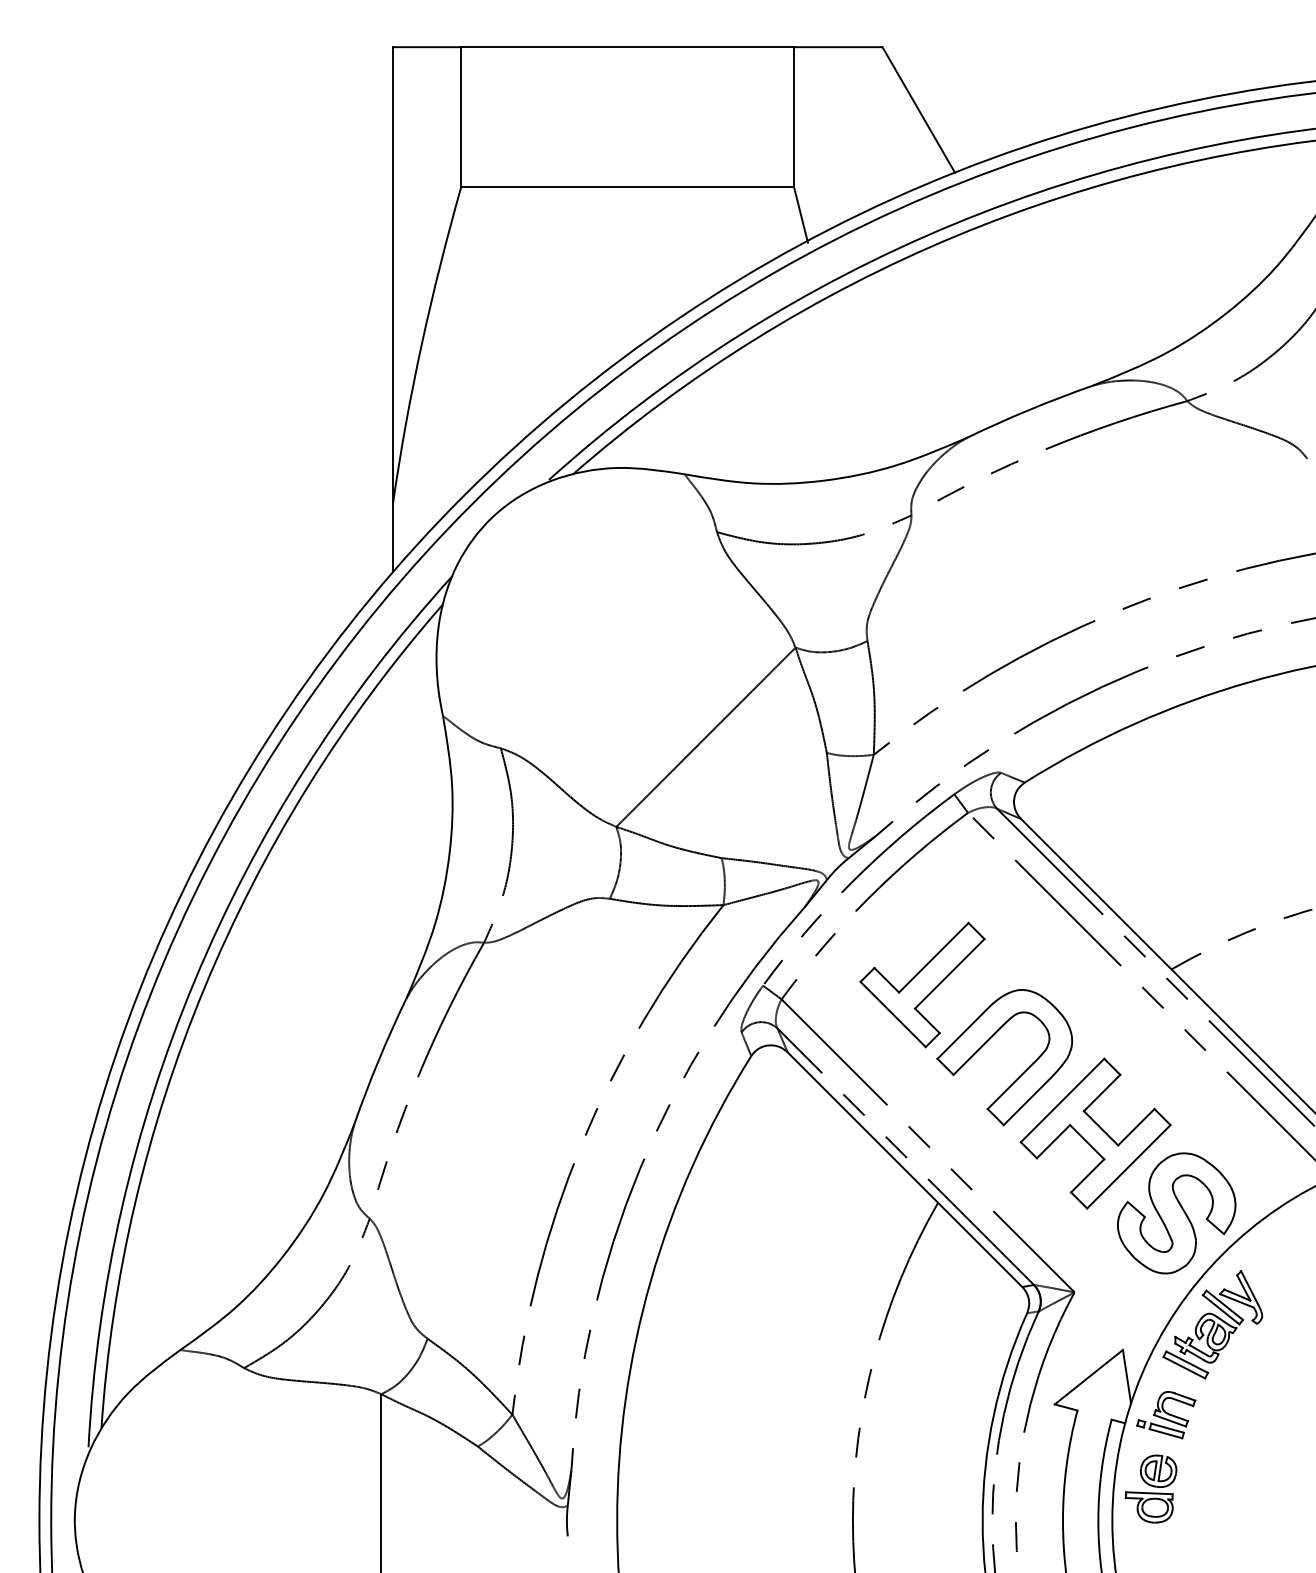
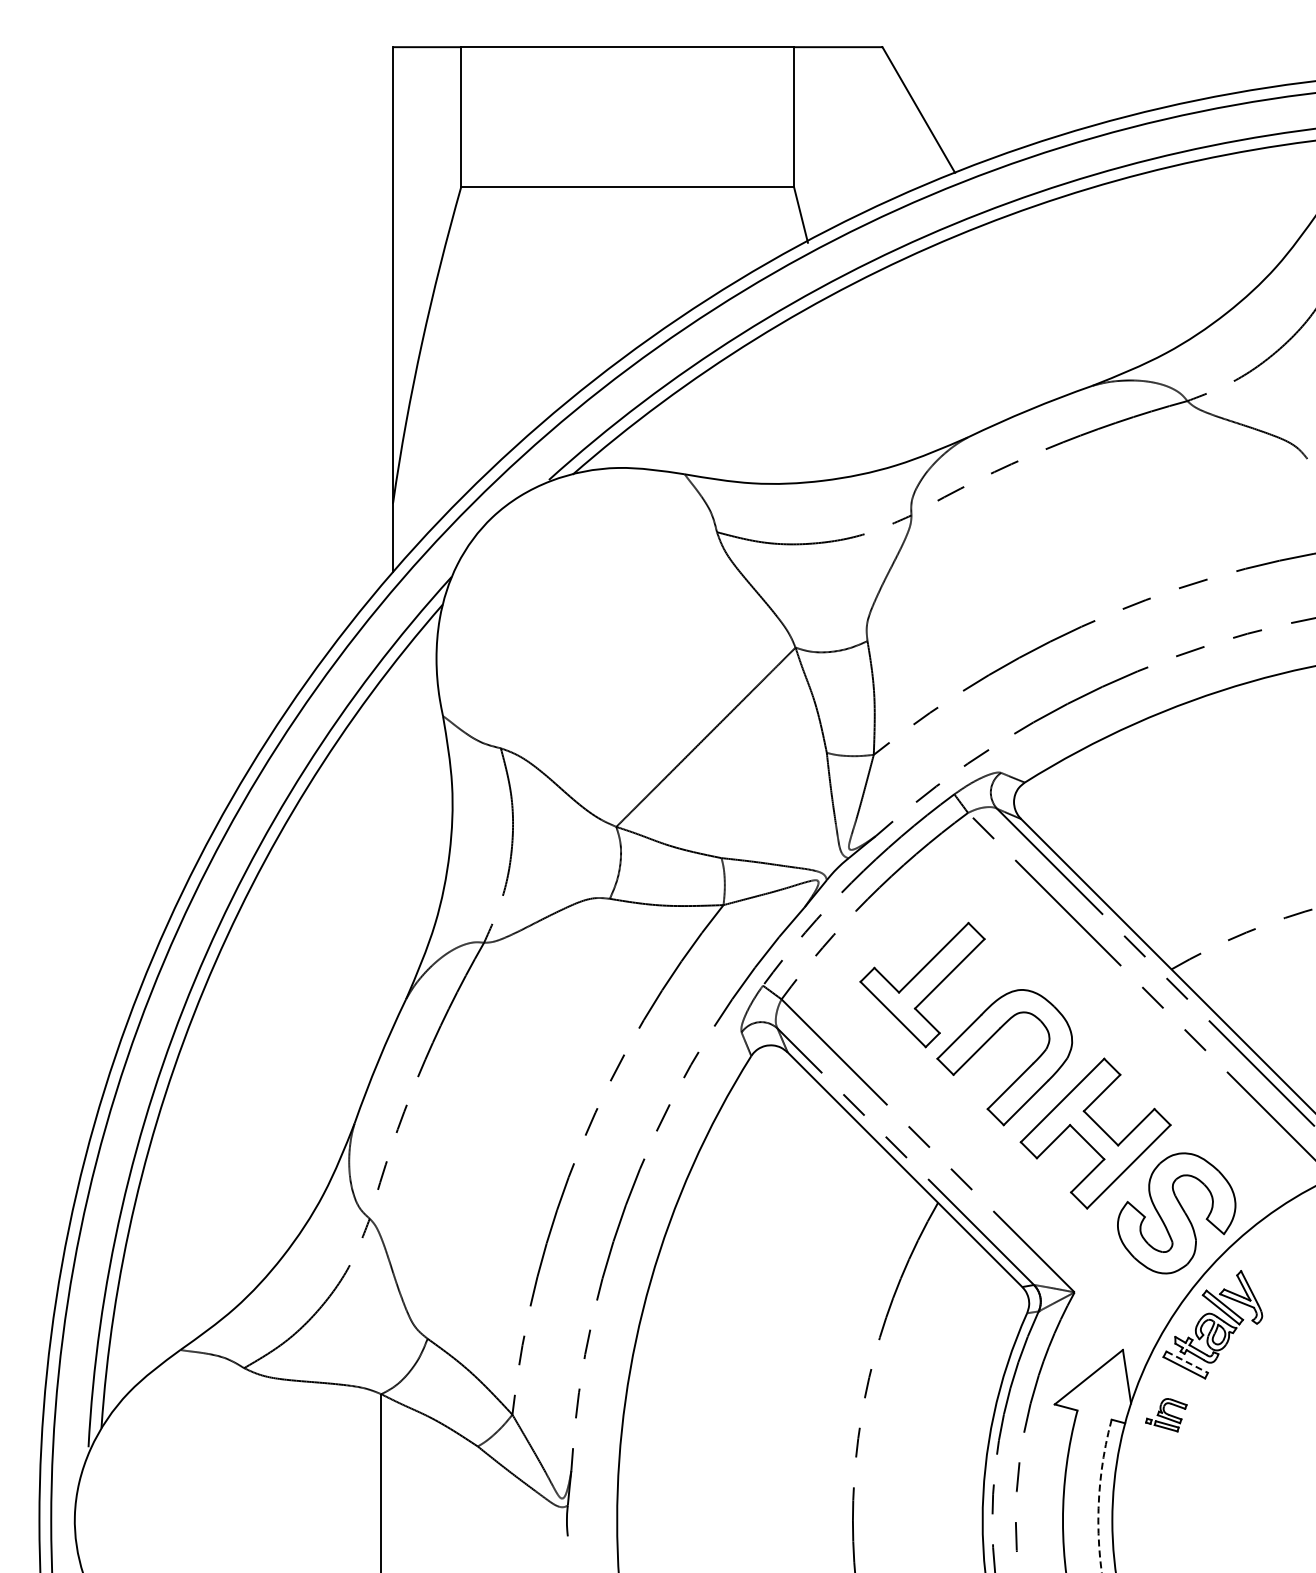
line at (1187, 1362): solid -> dashed
part at (1166, 1415) size: 61x49 px -> 43x35 px
part at (1150, 1488): present -> none
arc at (1099, 1496): solid -> dashed
